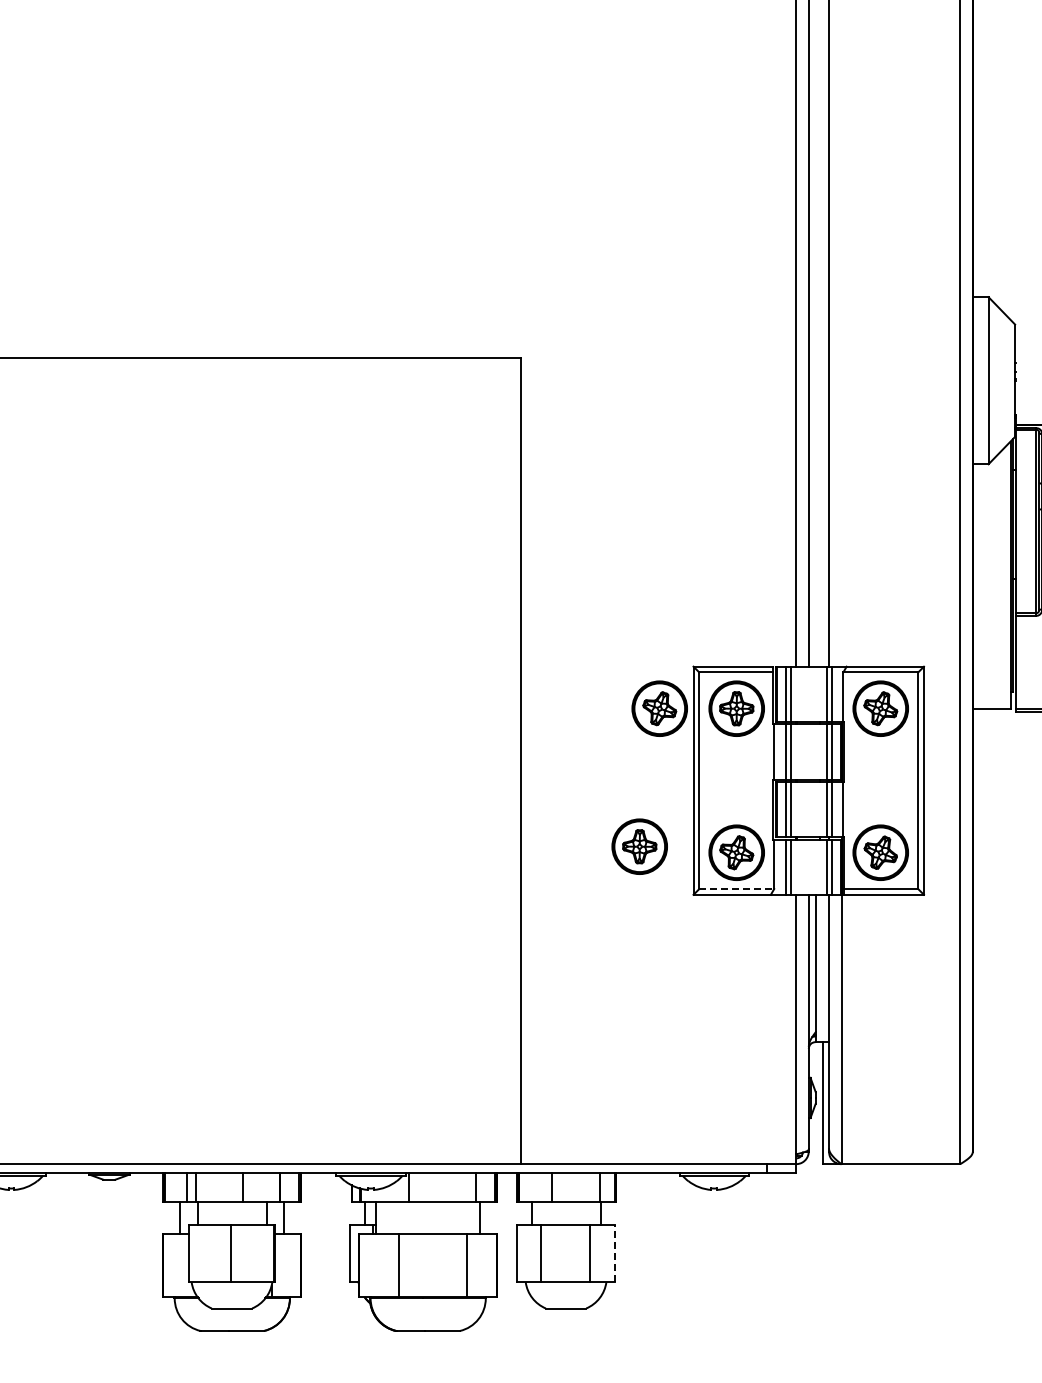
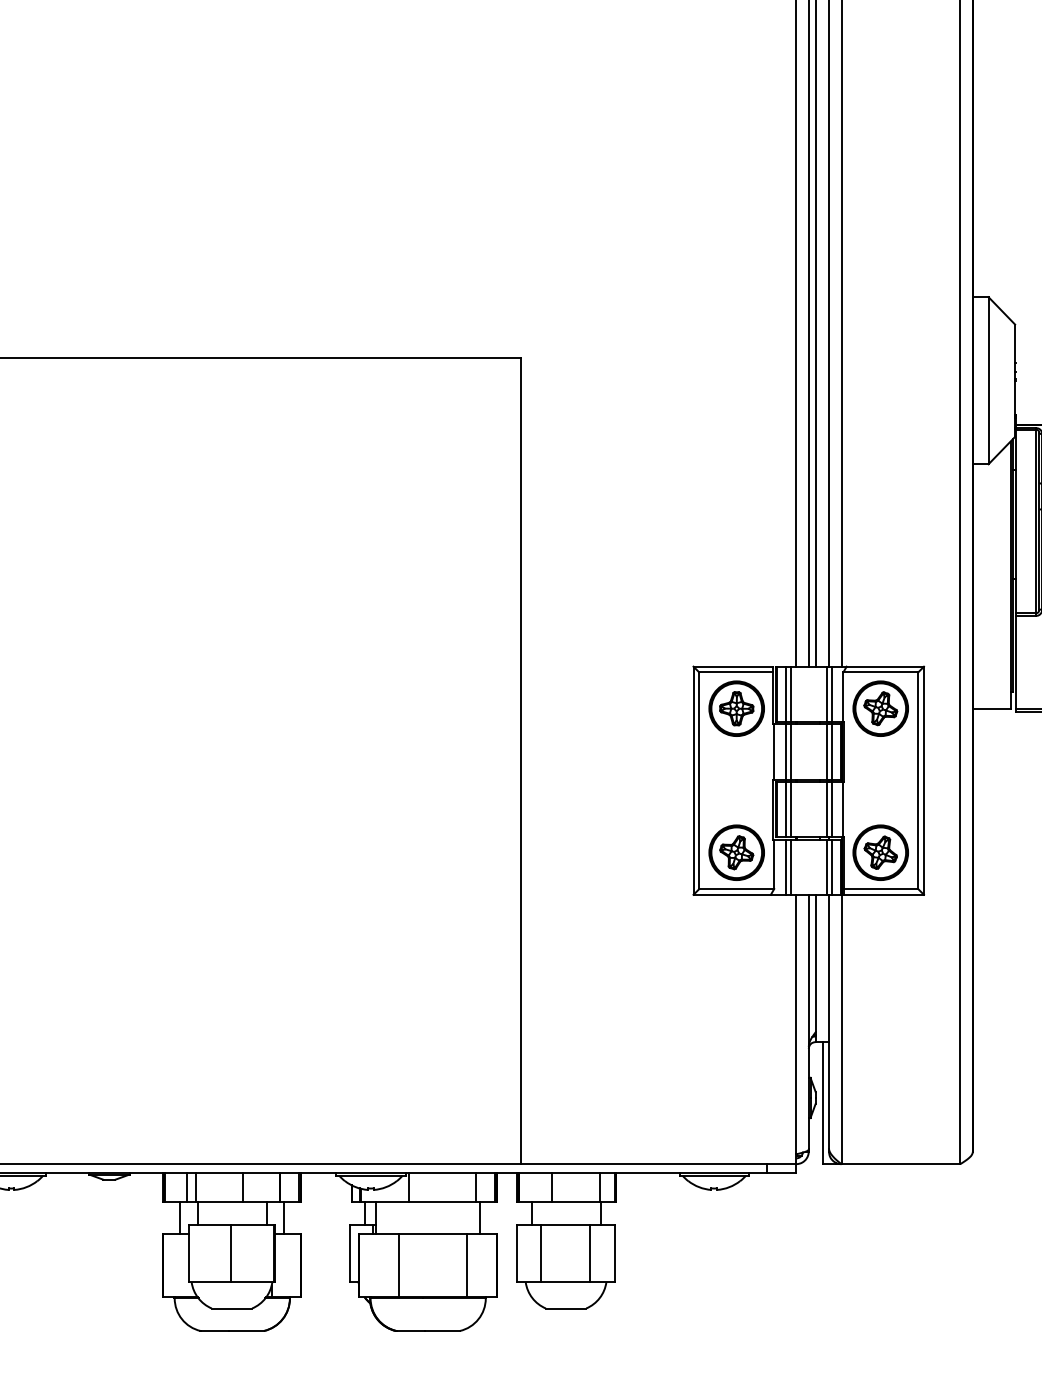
line at (815, 334): none -> present
line at (841, 334): none -> present
part at (659, 708): present -> none
part at (639, 846): present -> none
line at (737, 889): dashed -> solid
line at (615, 1253): dashed -> solid
